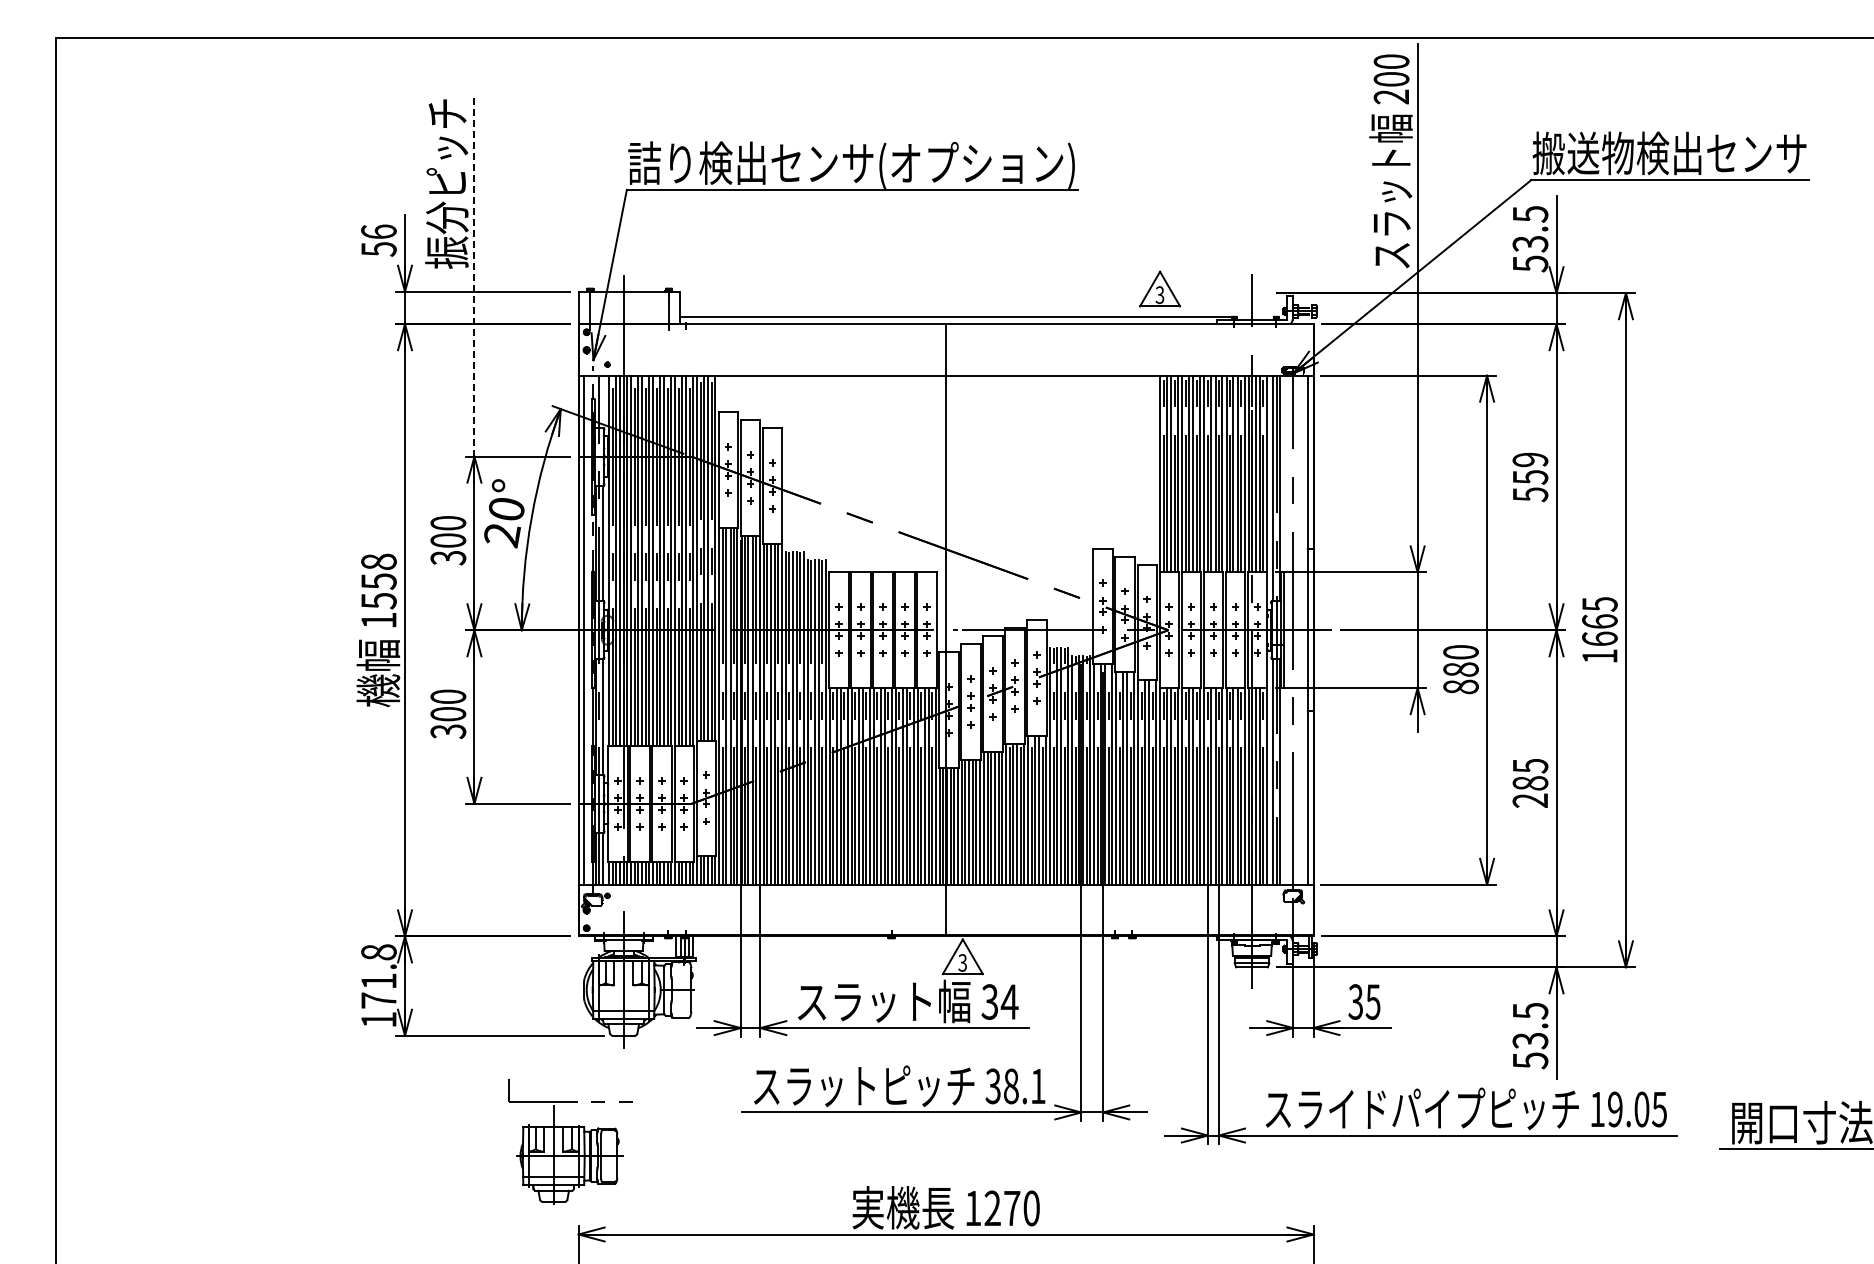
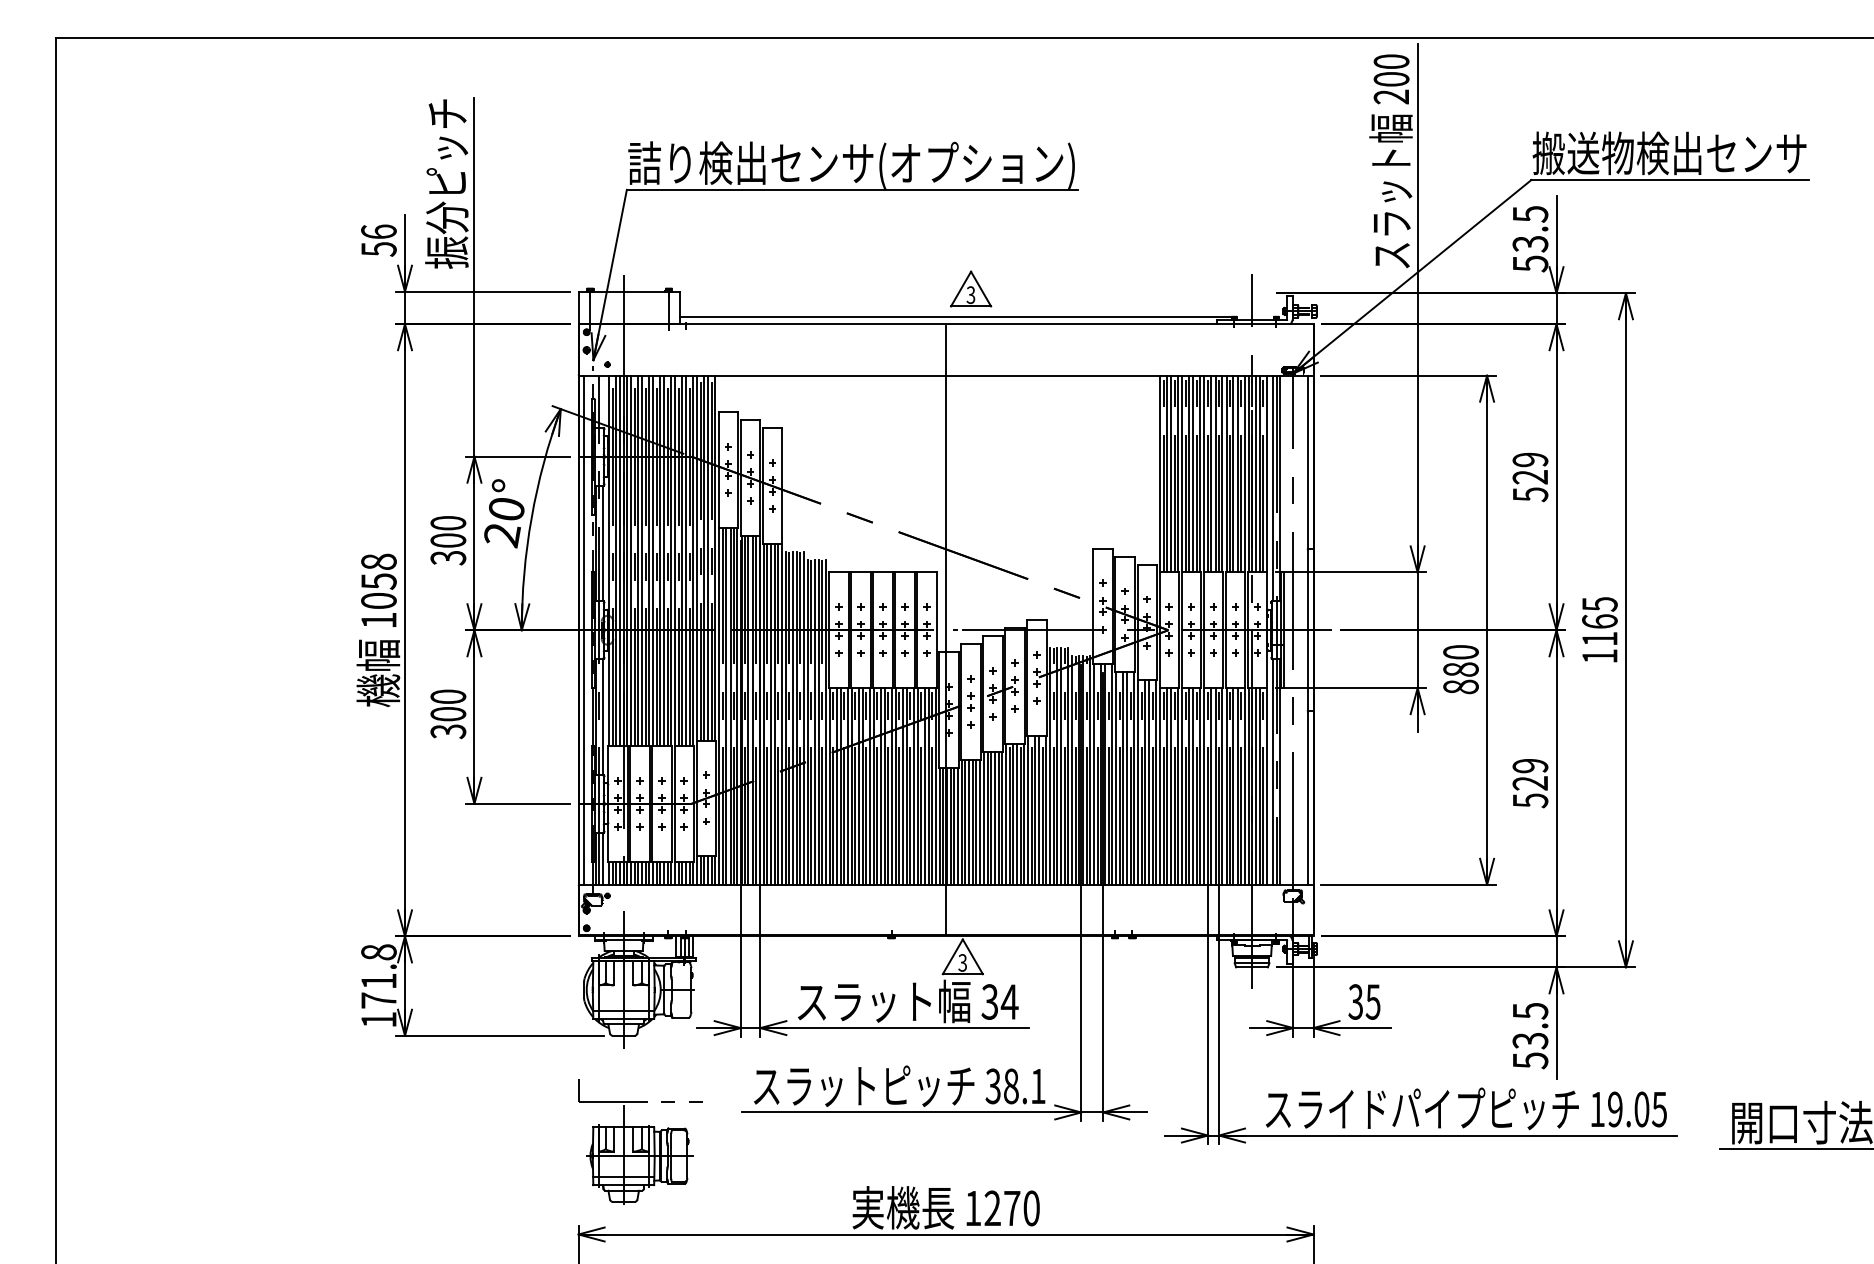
line at (474, 276): dashed -> solid
part at (1160, 288) position: (1160, 288) -> (971, 288)
text at (1530, 477): 559 -> 529
text at (378, 601): 1558 -> 1058
text at (1599, 638): 1665 -> 1165
text at (1530, 783): 285 -> 529
part at (570, 1141) position: (570, 1141) -> (640, 1141)
